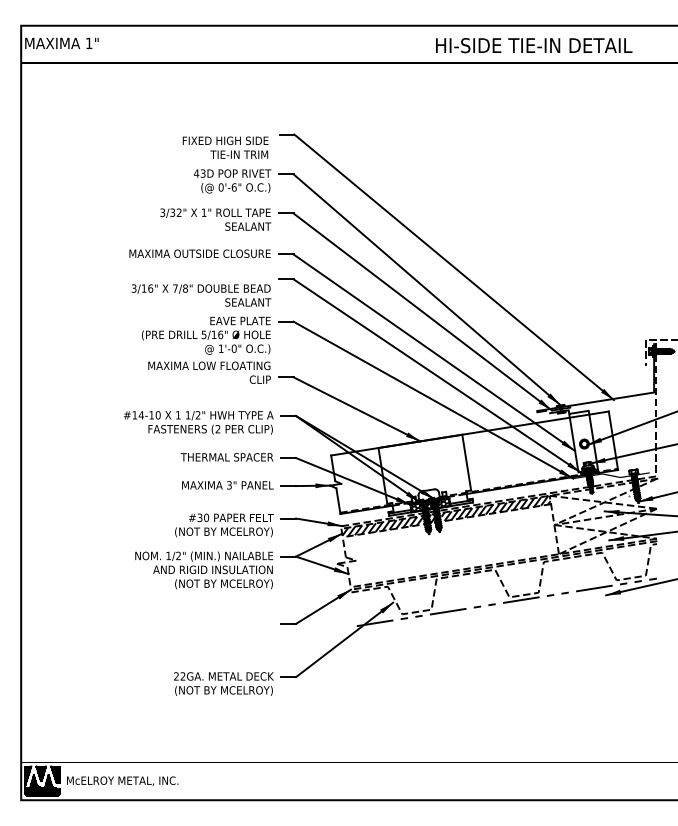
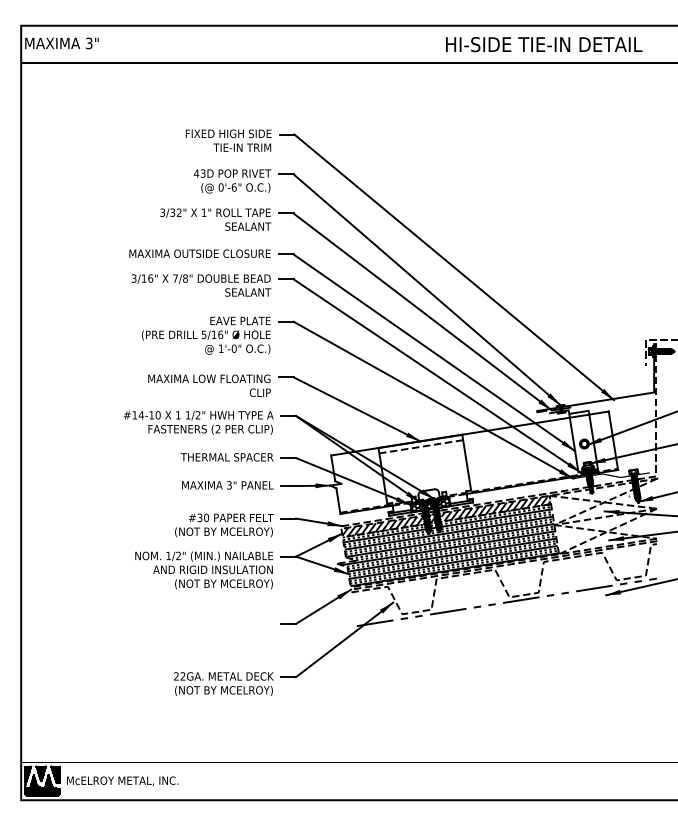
text at (89, 43): 1" -> 3"
text at (534, 45) position: (534, 45) -> (544, 44)
text at (225, 147) position: (225, 147) -> (228, 140)
text at (201, 295) position: (201, 295) -> (201, 285)
text at (209, 372) position: (209, 372) -> (209, 385)
line at (421, 446): none -> present
hatch at (449, 545): none -> present
